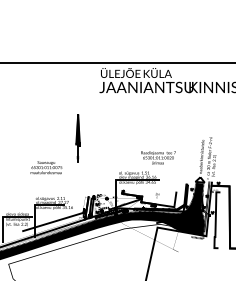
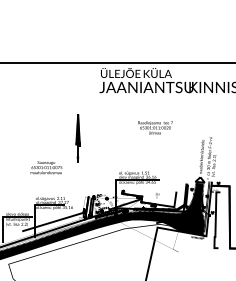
text at (158, 157) position: (158, 157) -> (155, 127)
